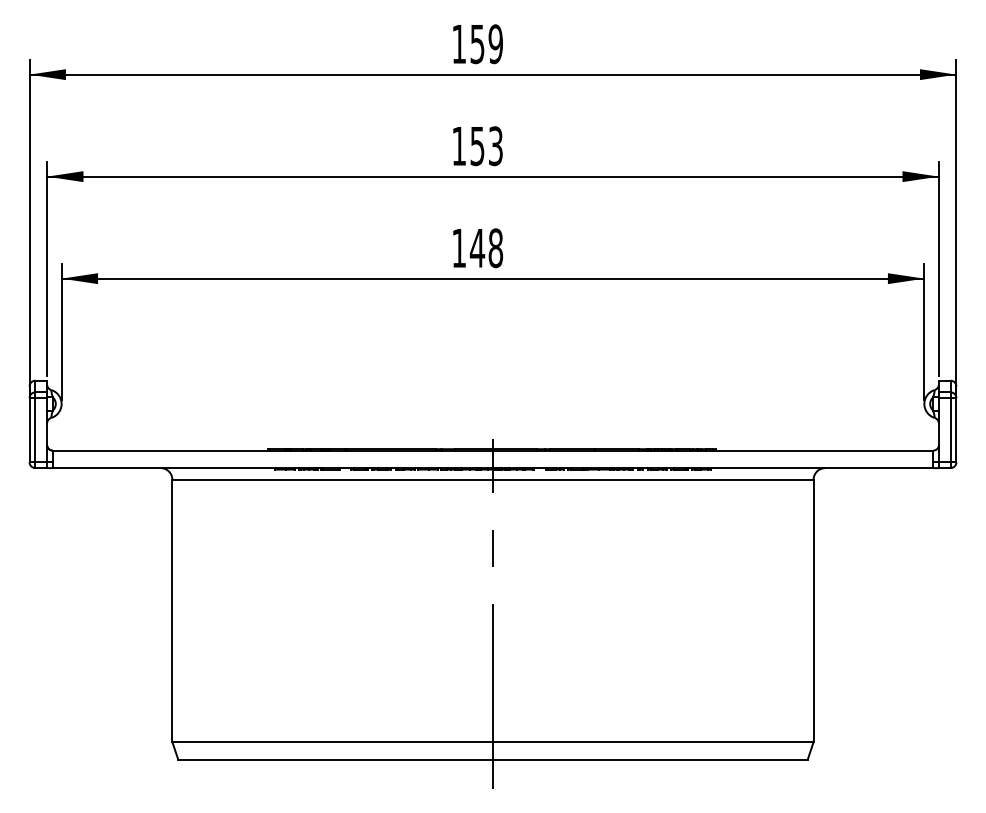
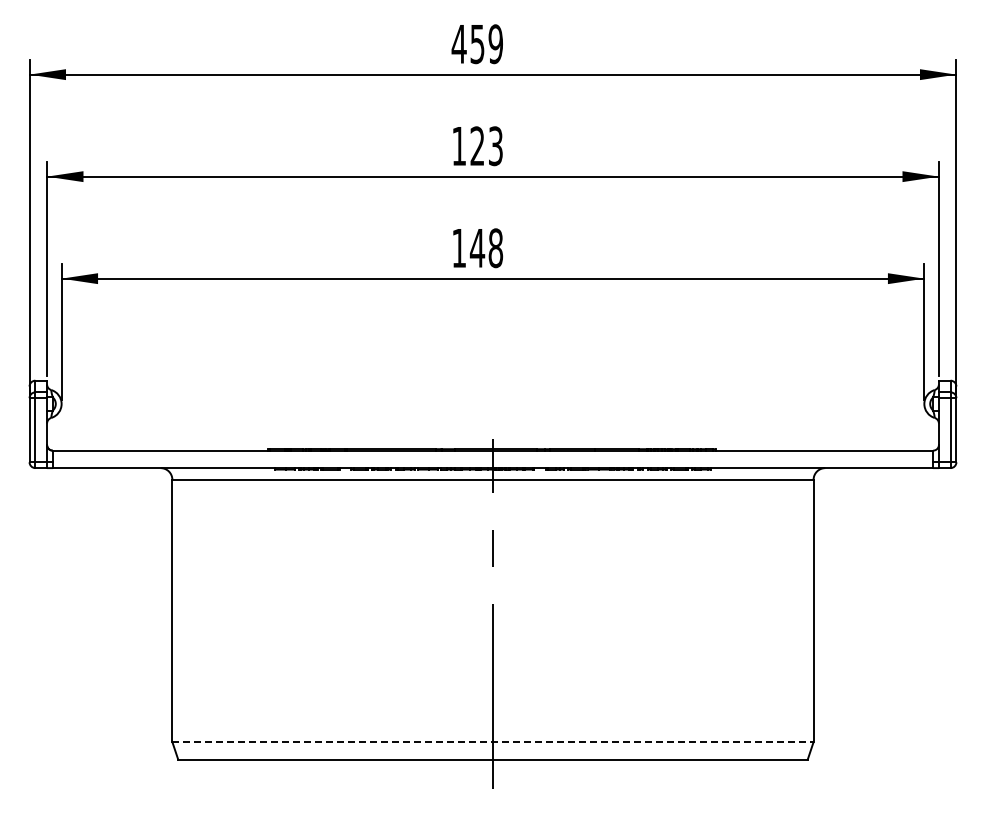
text at (458, 44): 159 -> 459
text at (477, 146): 153 -> 123
line at (492, 742): solid -> dashed
